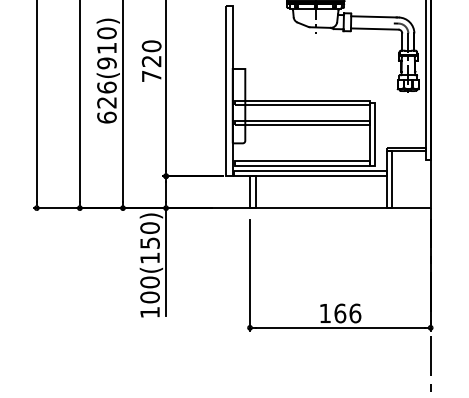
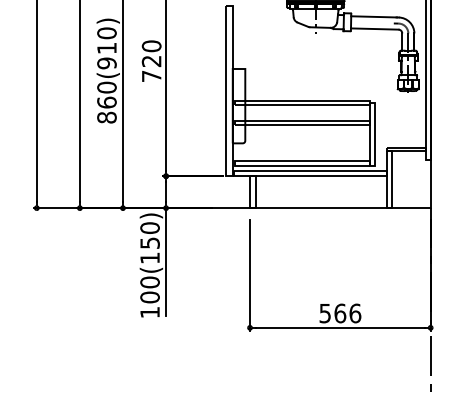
text at (106, 102): 626(910) -> 860(910)
text at (324, 313): 166 -> 566
